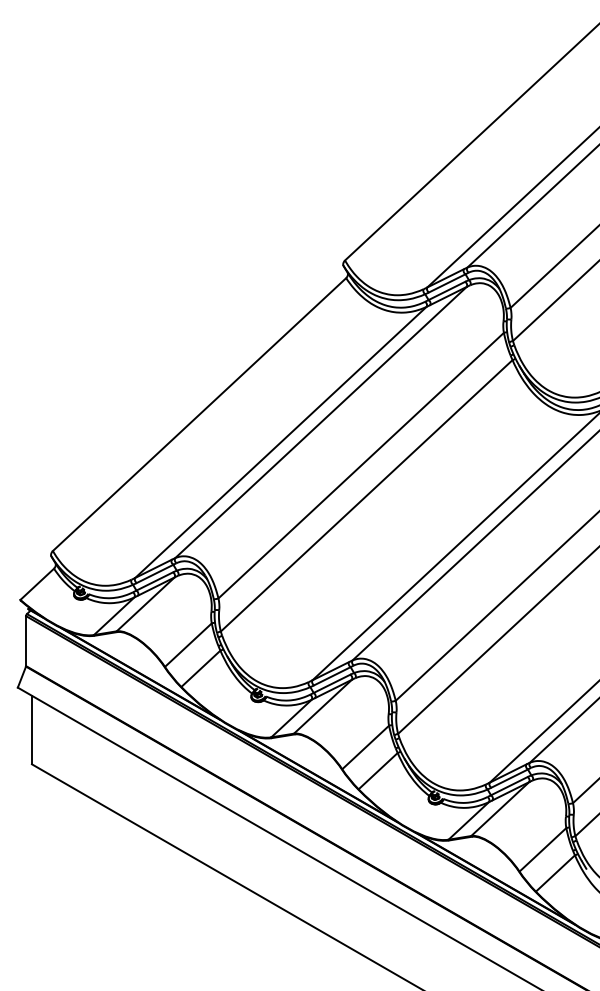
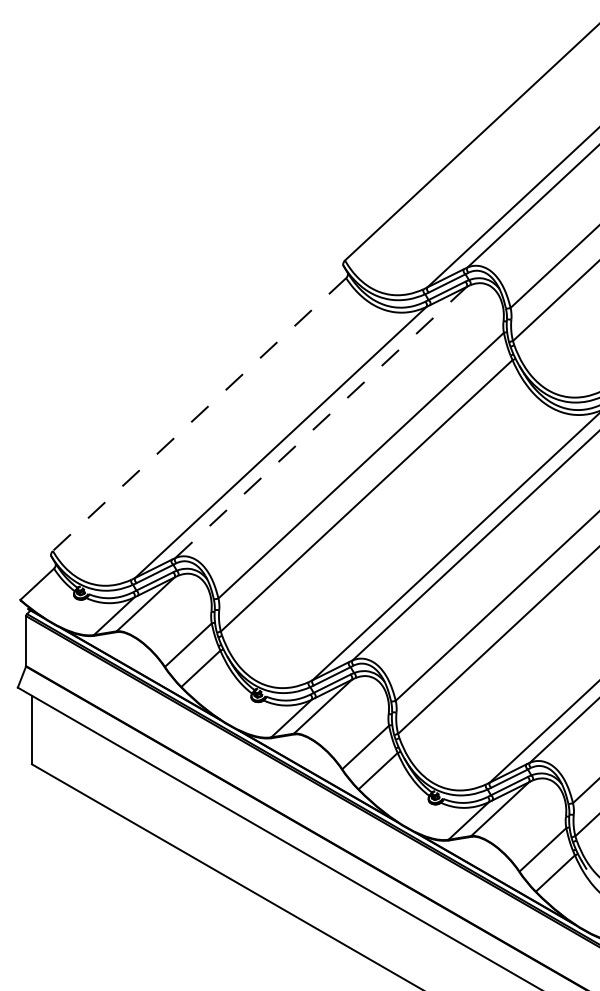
line at (199, 414): solid -> dashed
line at (321, 422): solid -> dashed
